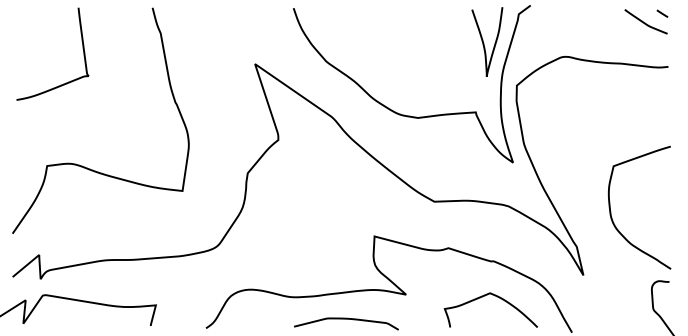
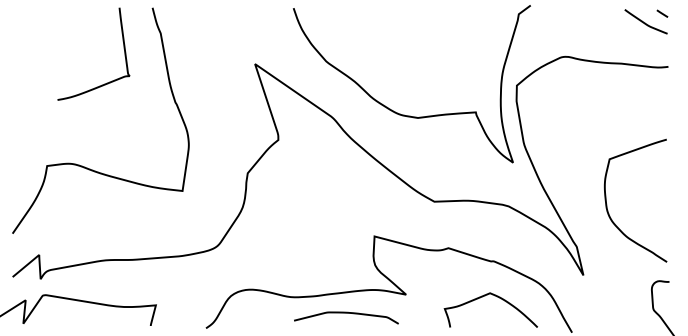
curve at (484, 43): present -> none
curve at (82, 48) position: (82, 48) -> (123, 48)
curve at (611, 211) position: (611, 211) -> (607, 204)
curve at (346, 319) position: (346, 319) -> (346, 313)
